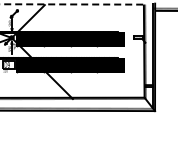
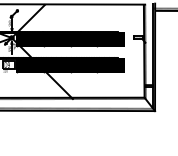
line at (73, 4): dashed -> solid
